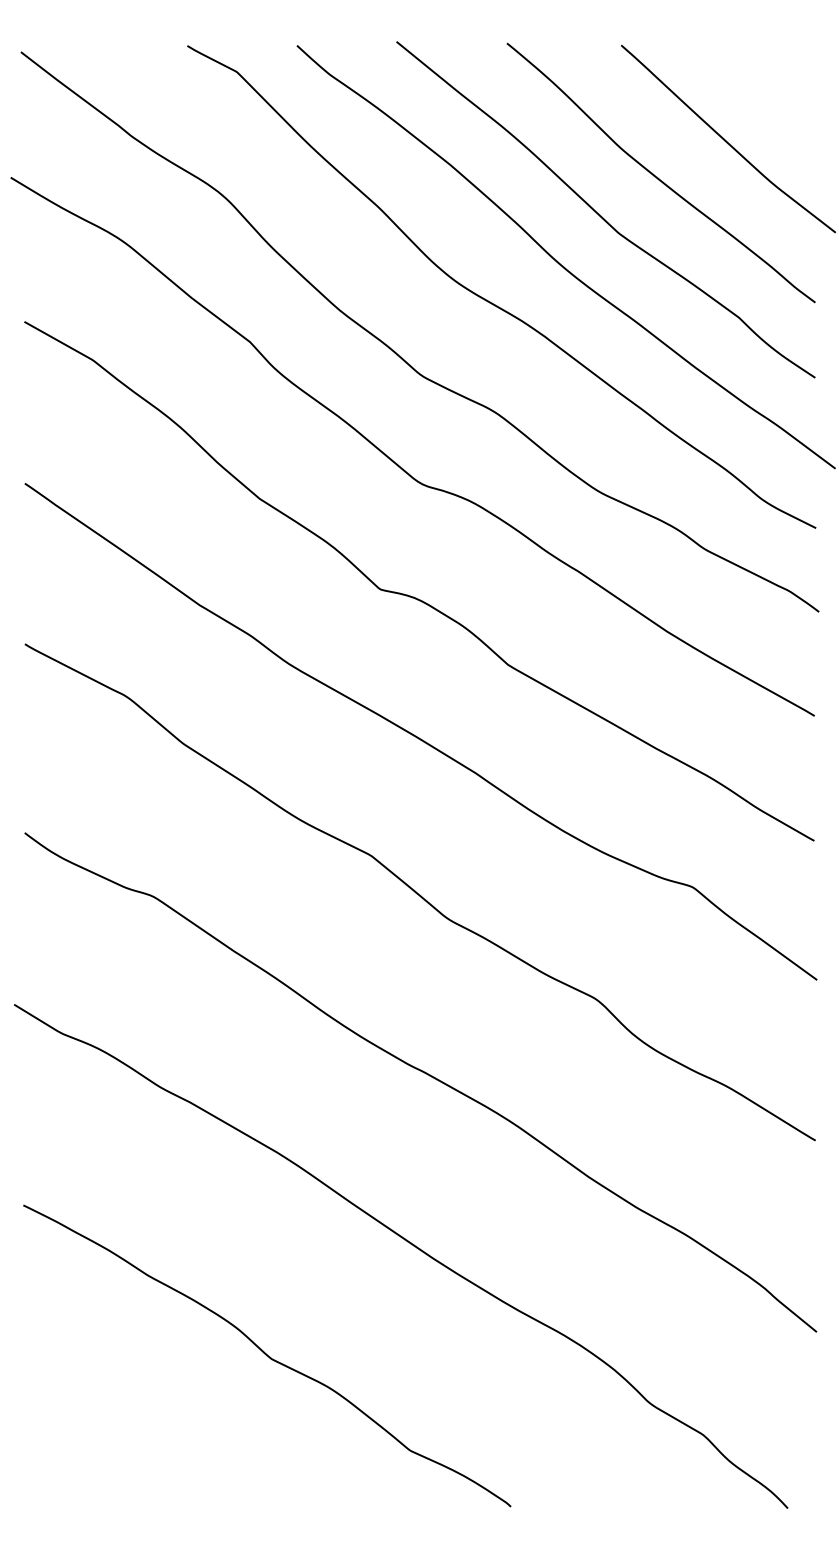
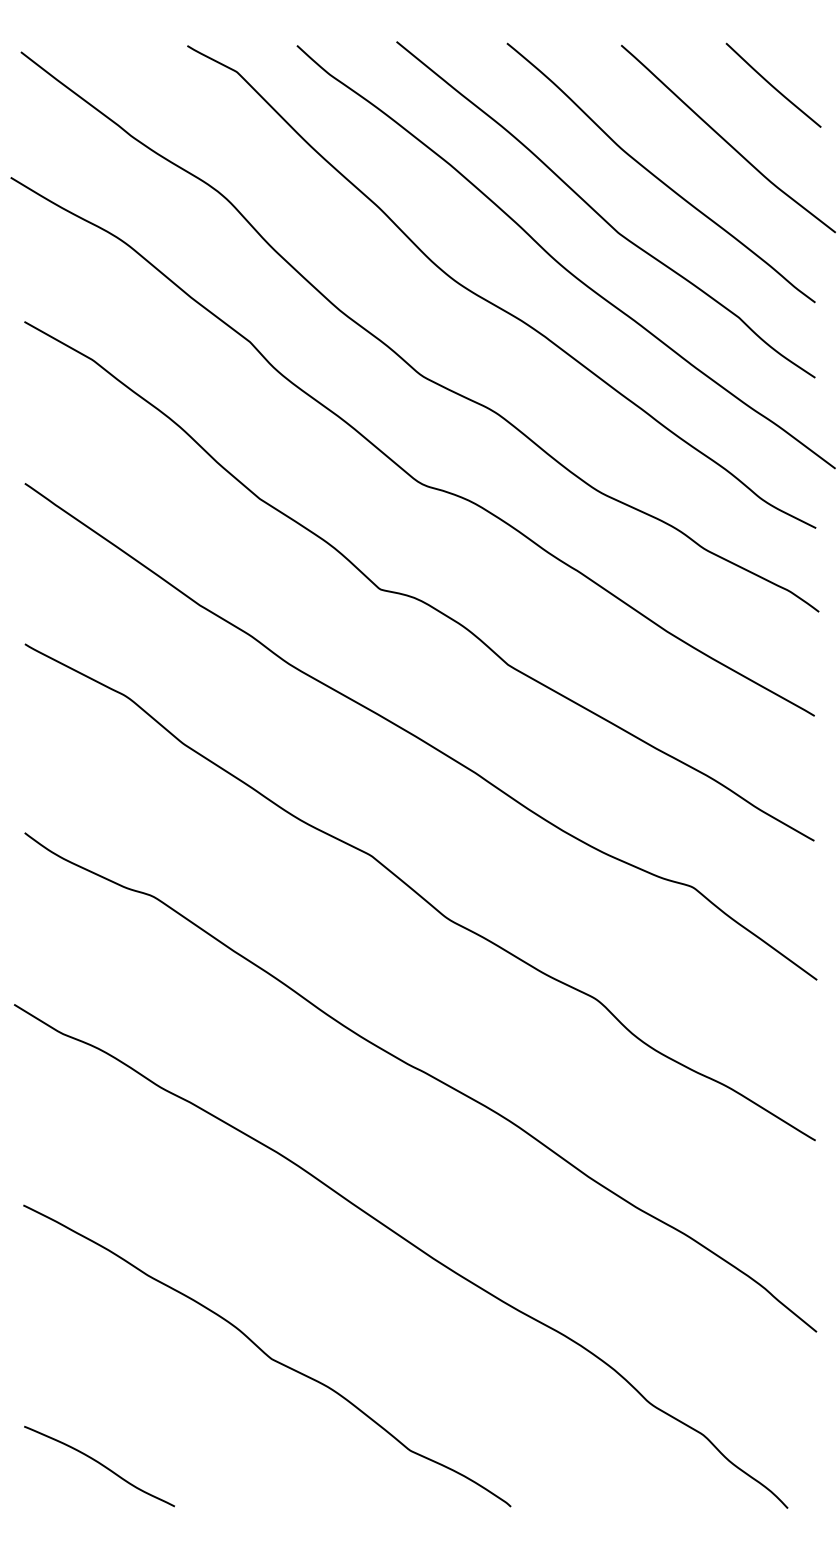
curve at (772, 84): none -> present
curve at (99, 1464): none -> present
